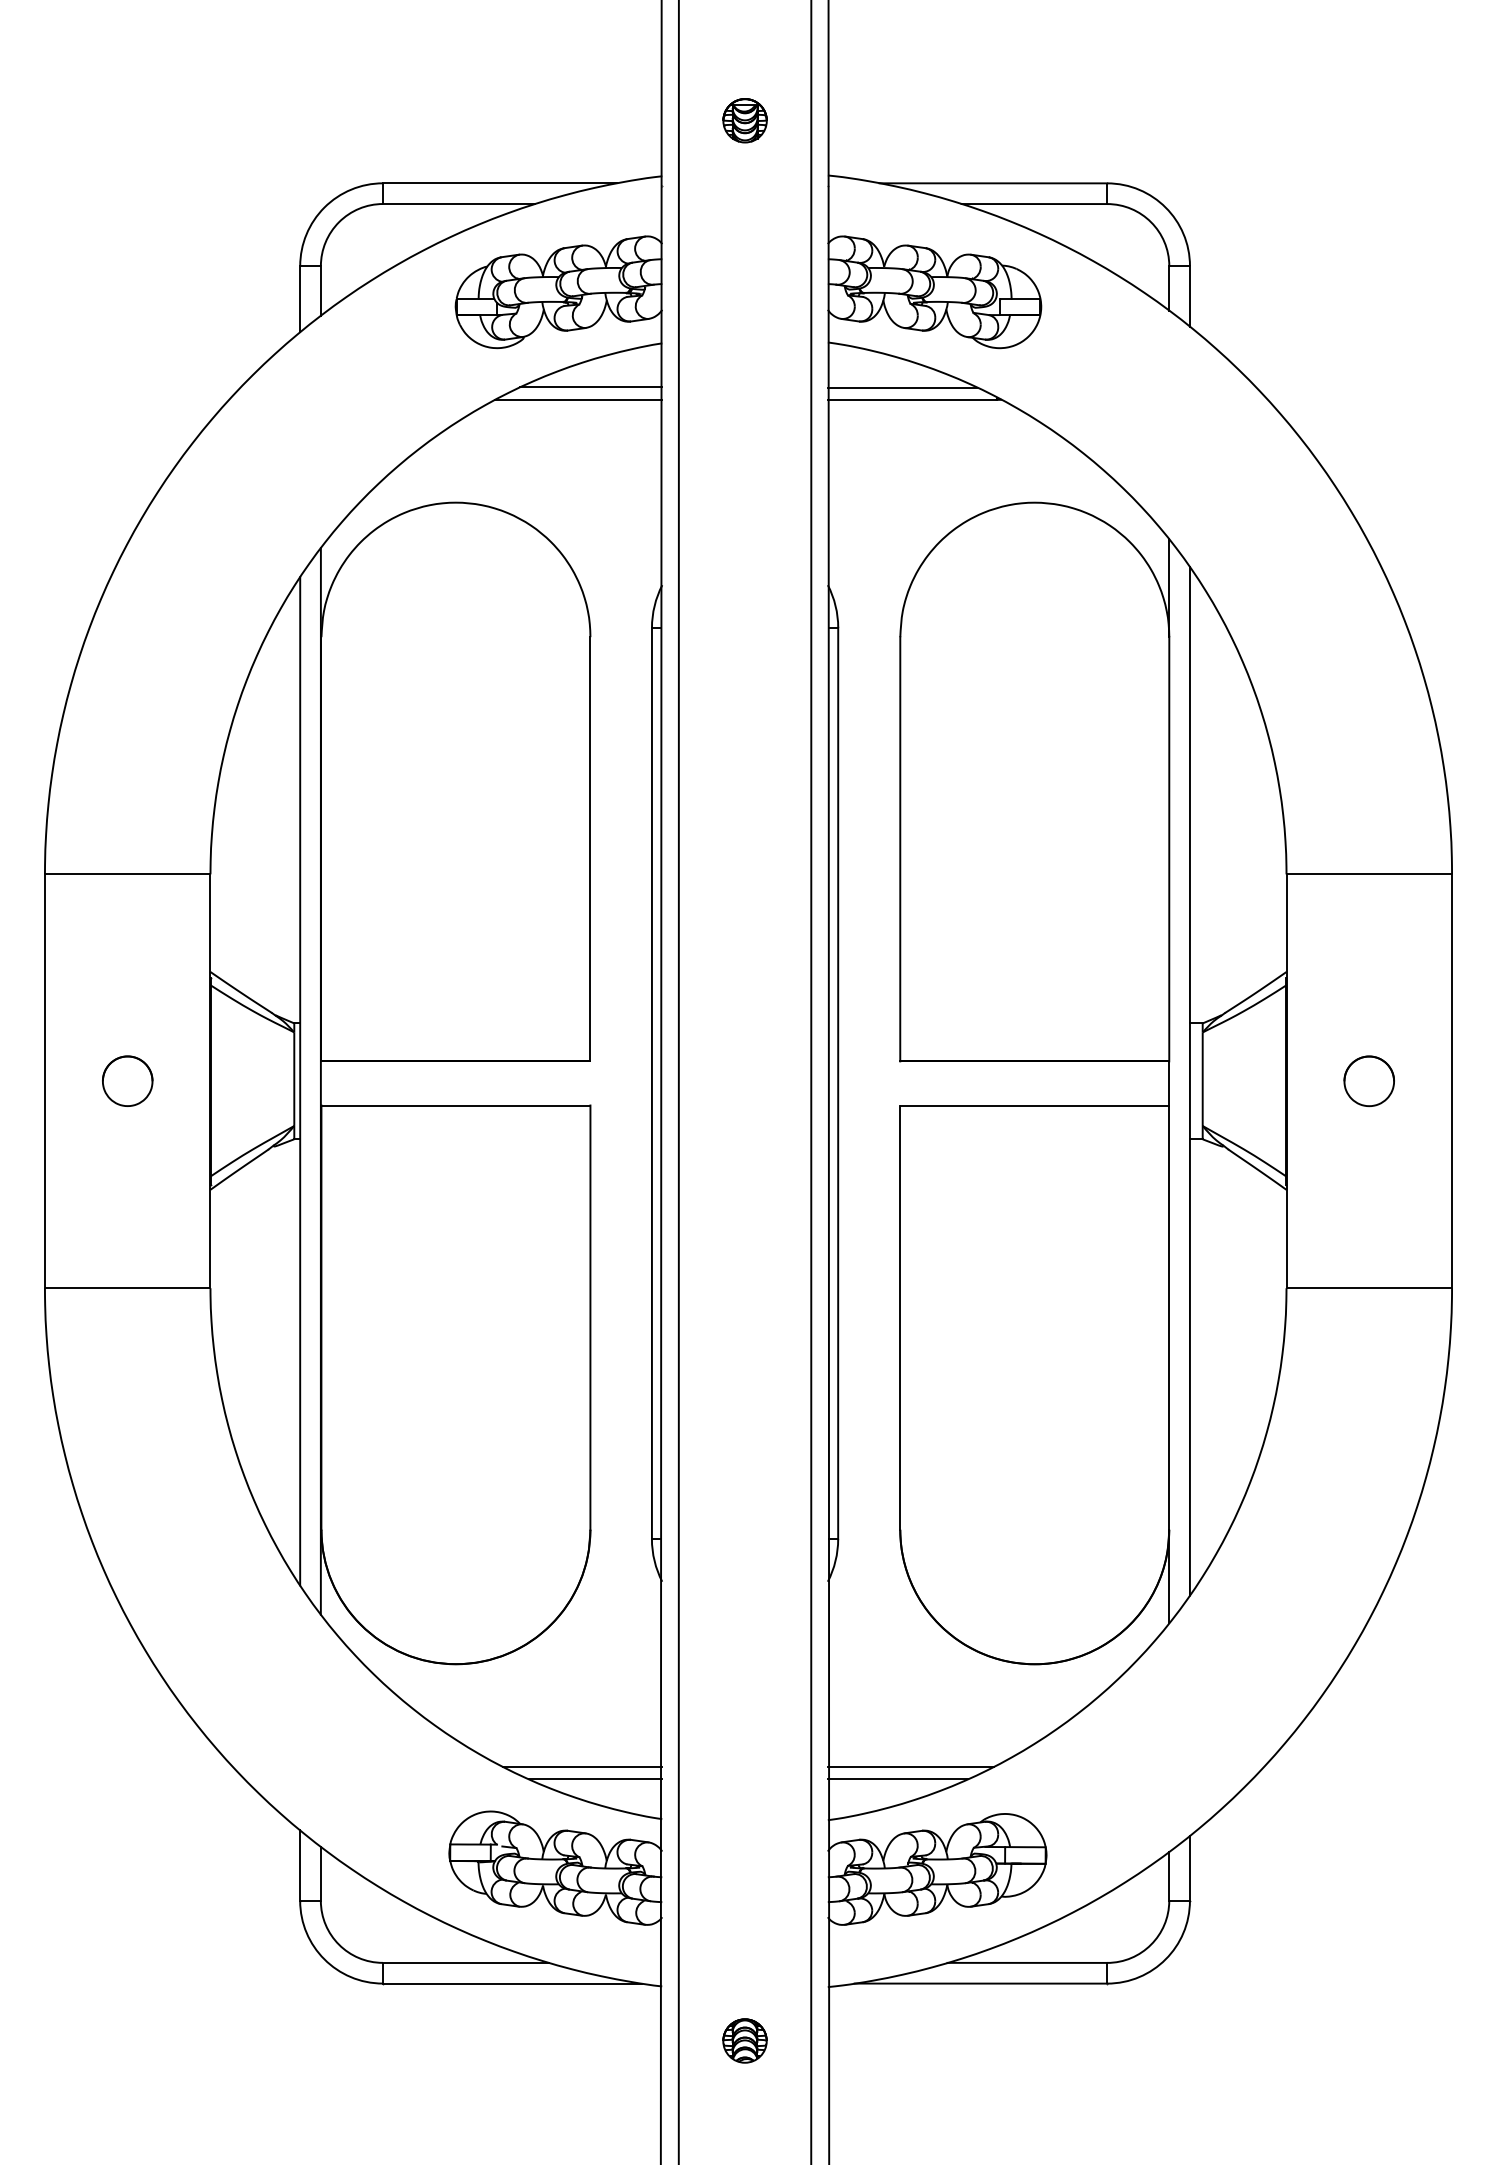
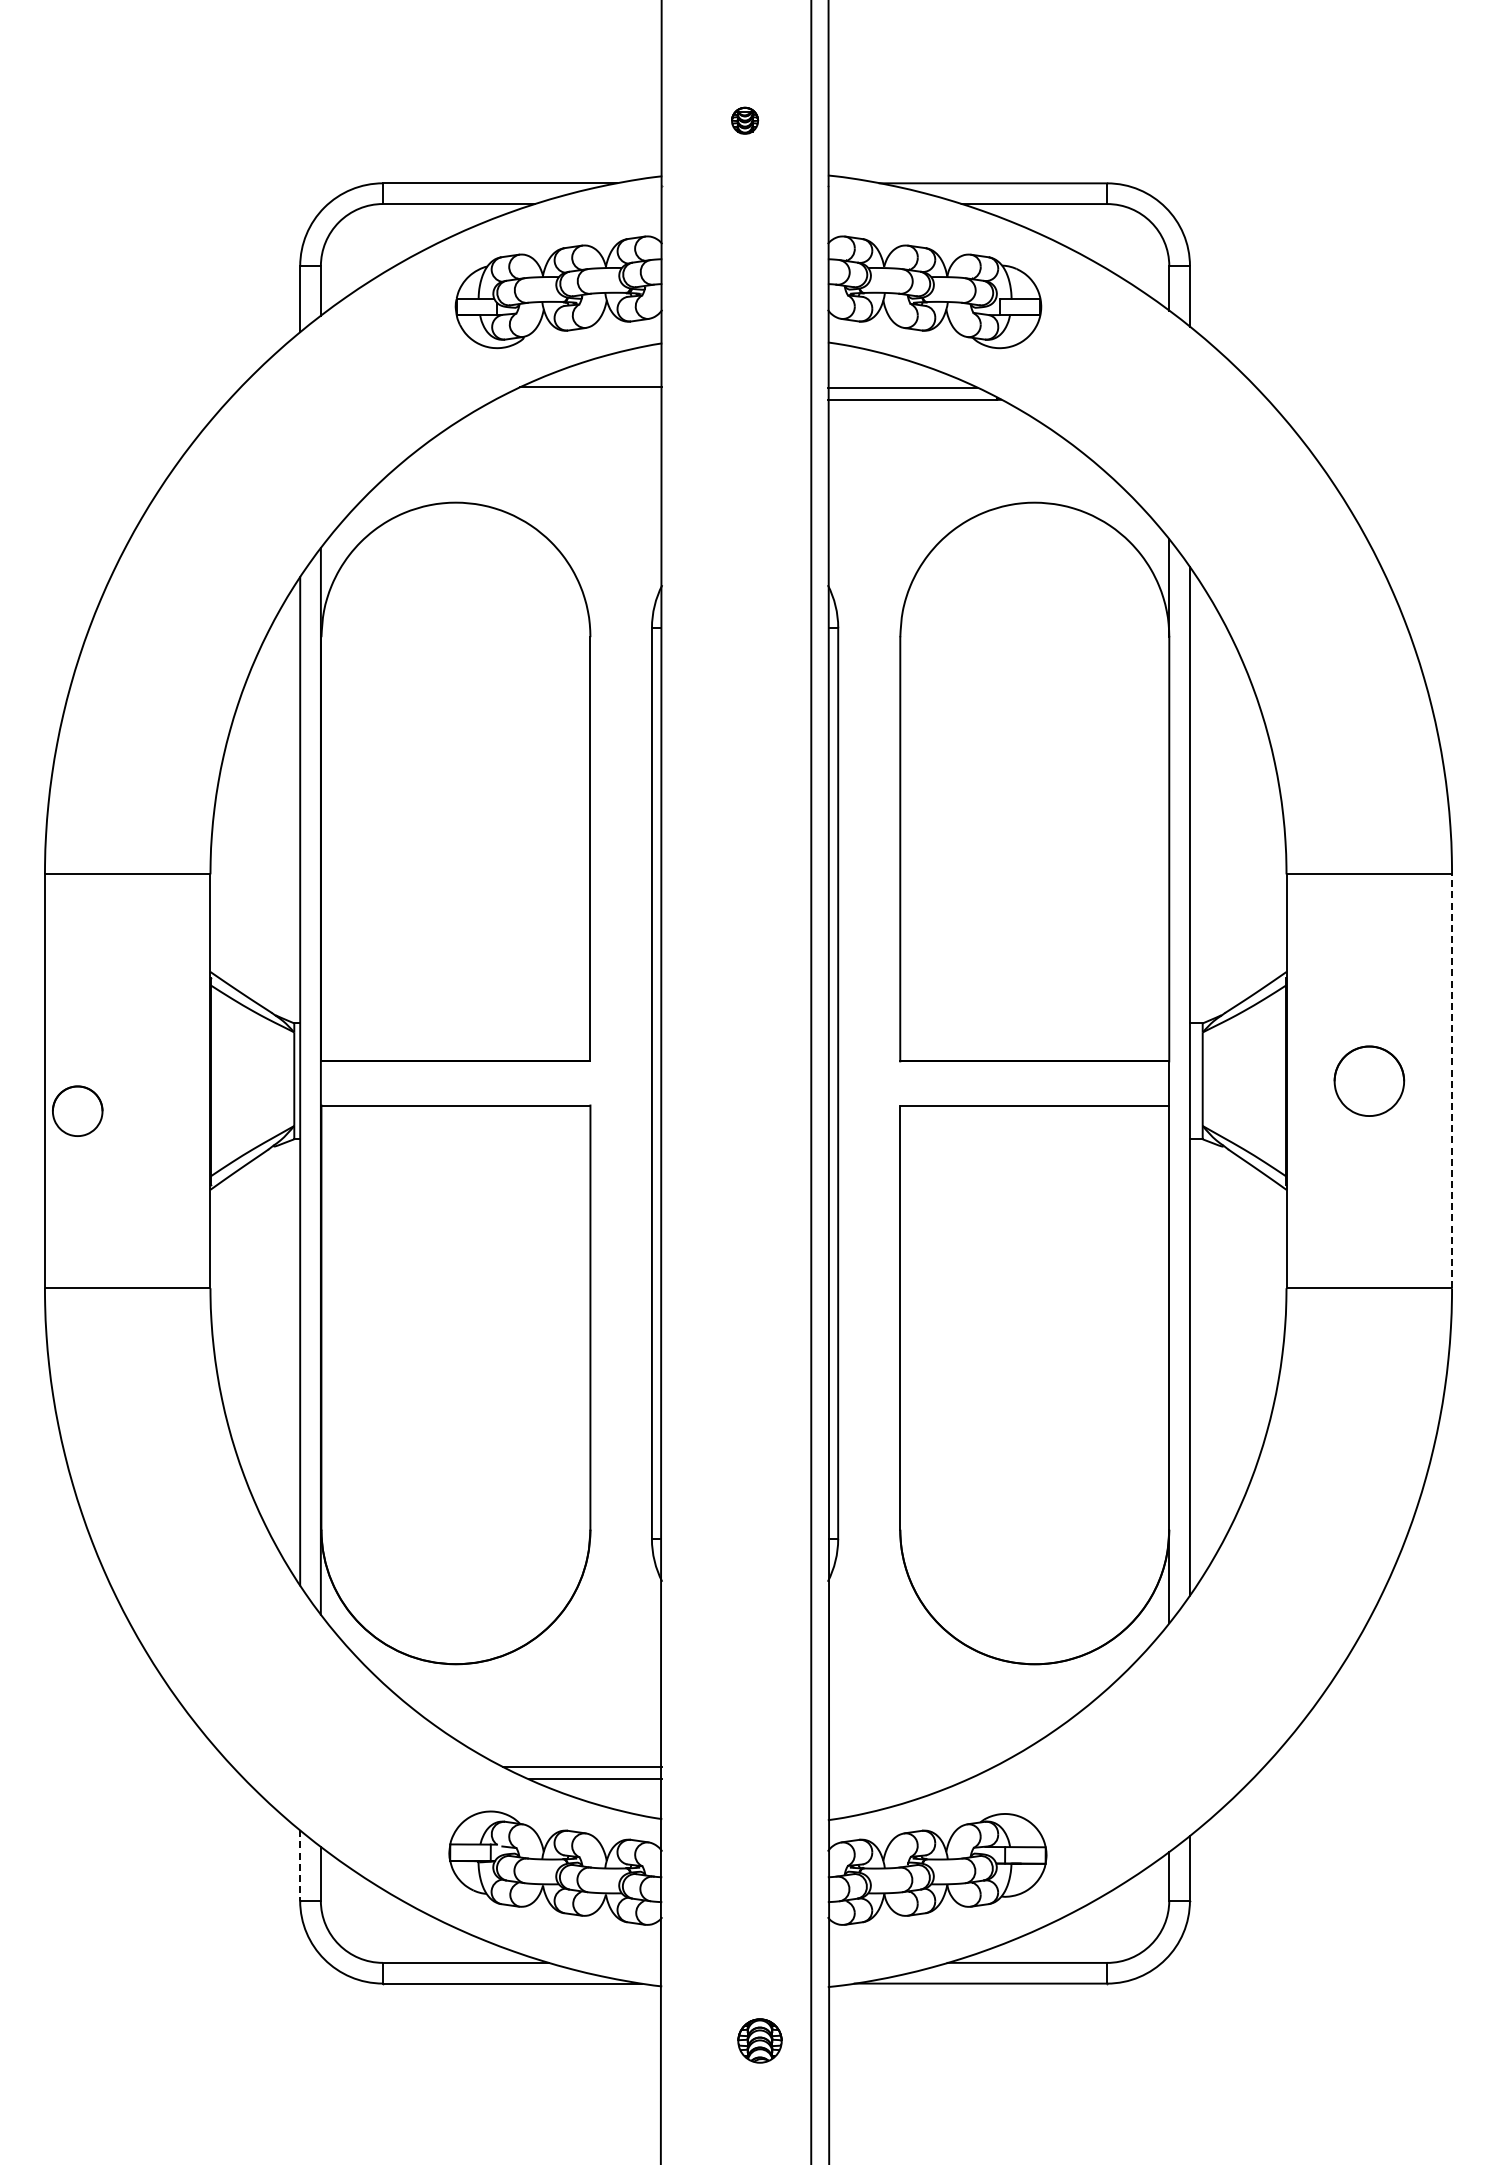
part at (744, 120) size: 46x46 px -> 29x29 px
line at (578, 399): present -> none
part at (127, 1080) position: (127, 1080) -> (77, 1110)
line at (678, 1081): present -> none
part at (1368, 1081) size: 52x53 px -> 73x72 px
line at (1452, 1081): solid -> dashed
line at (910, 1767): present -> none
line at (897, 1779): present -> none
line at (300, 1866): solid -> dashed
part at (744, 2040) position: (744, 2040) -> (759, 2040)
